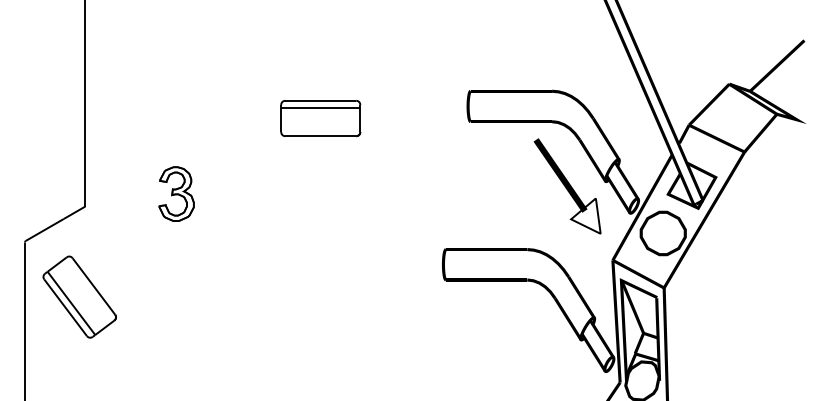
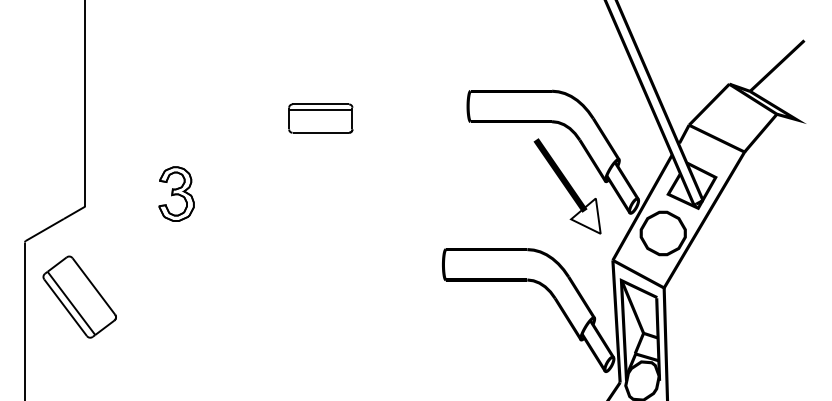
part at (320, 118) size: 82x38 px -> 66x31 px
